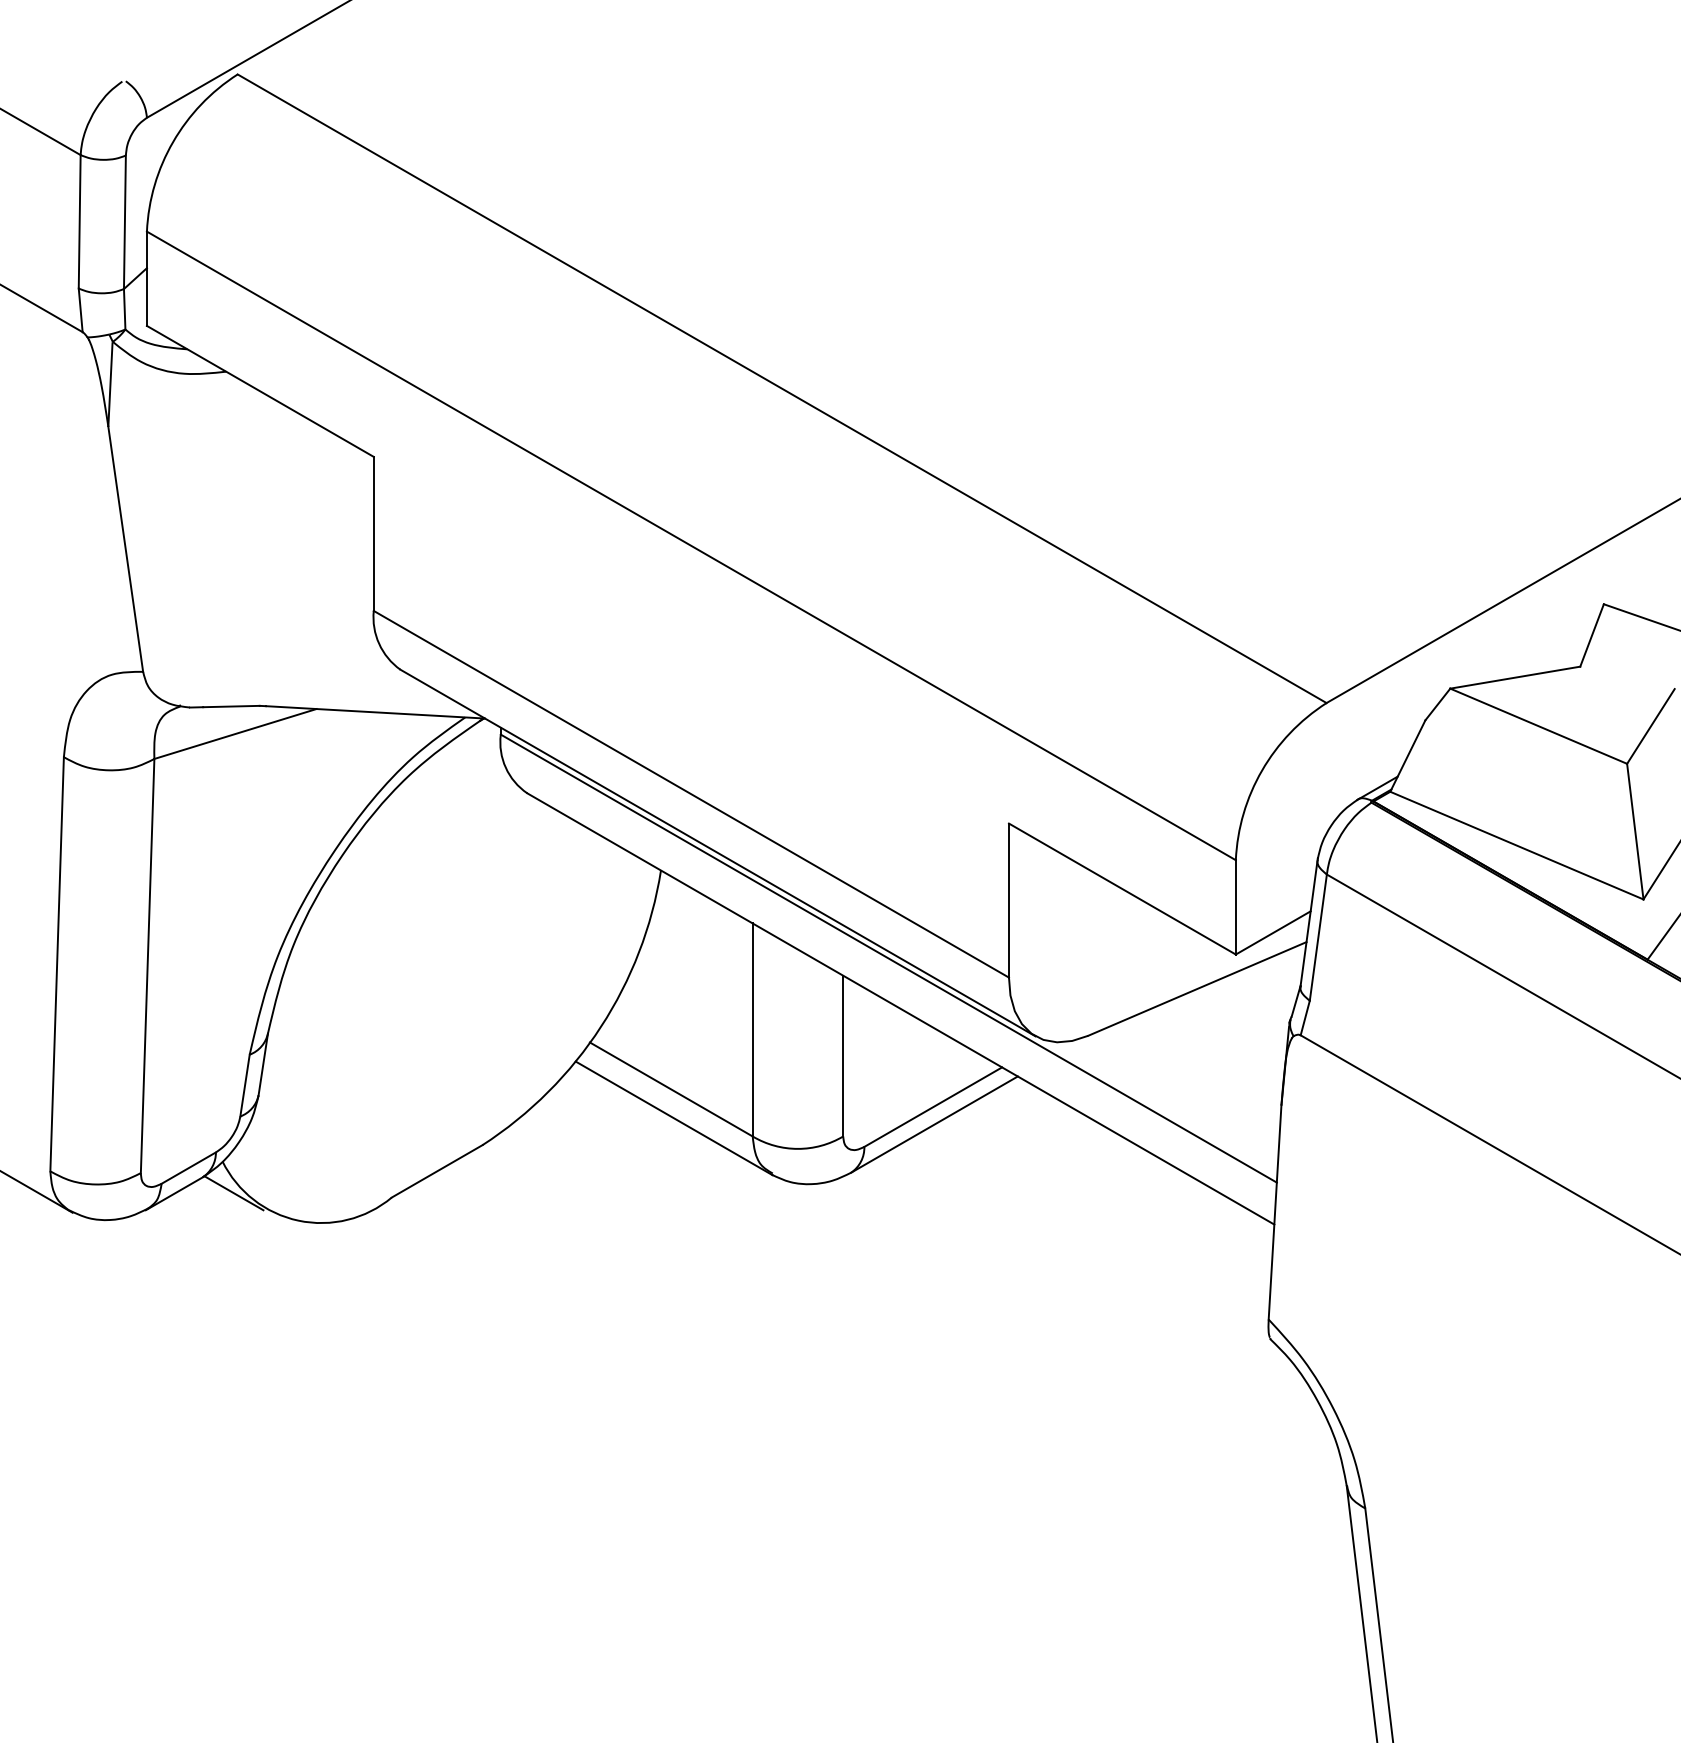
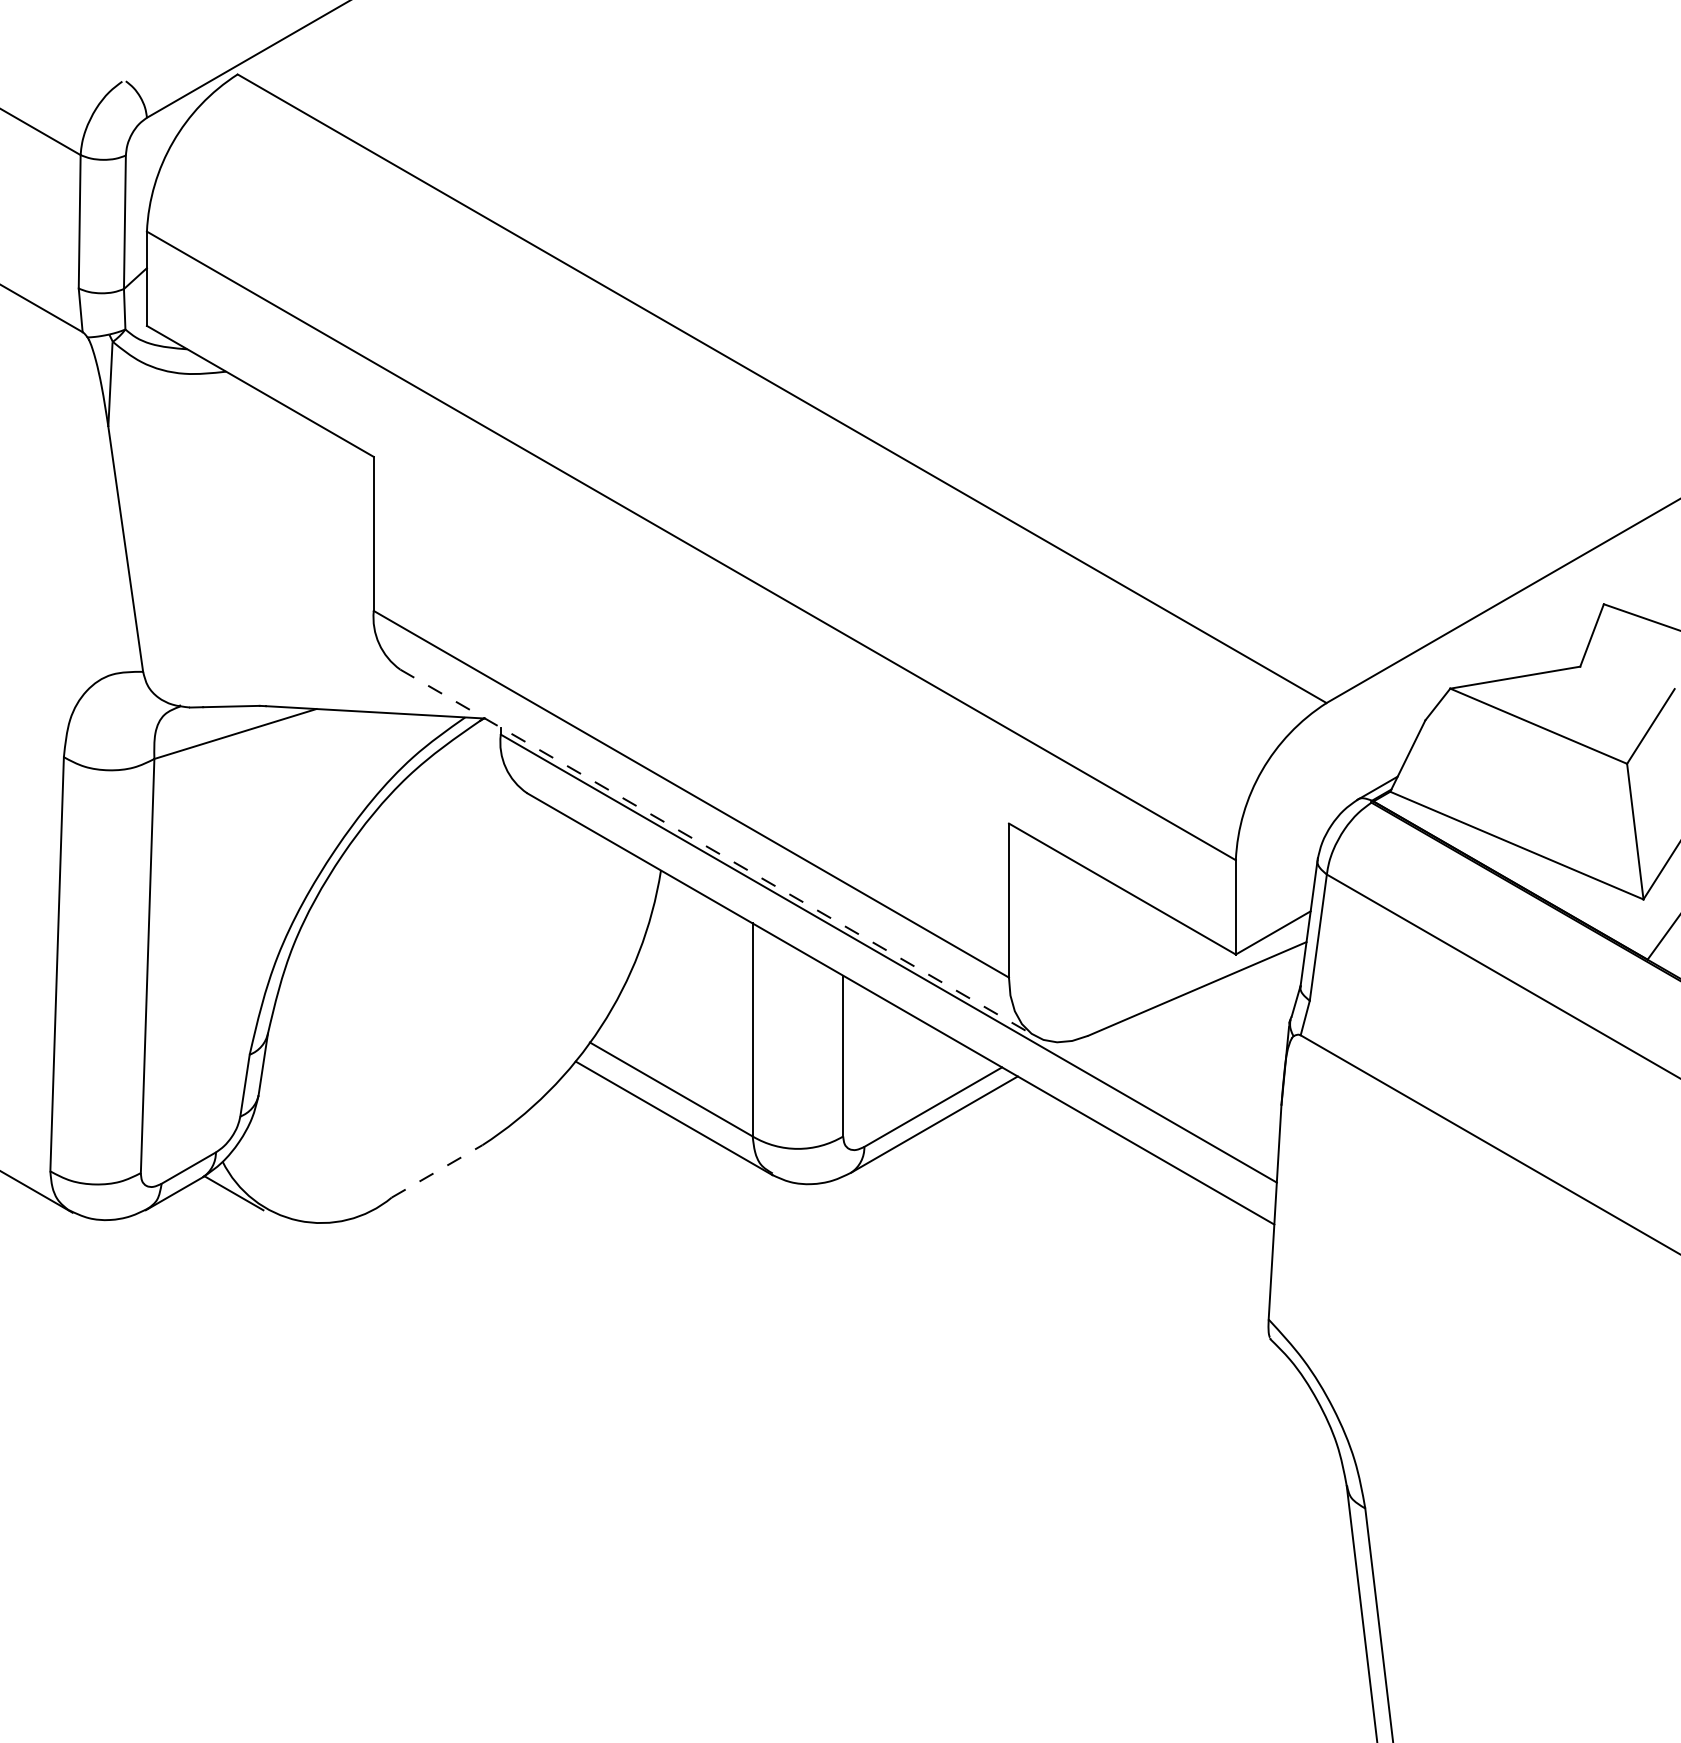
line at (717, 853): solid -> dashed
line at (437, 1171): solid -> dashed
